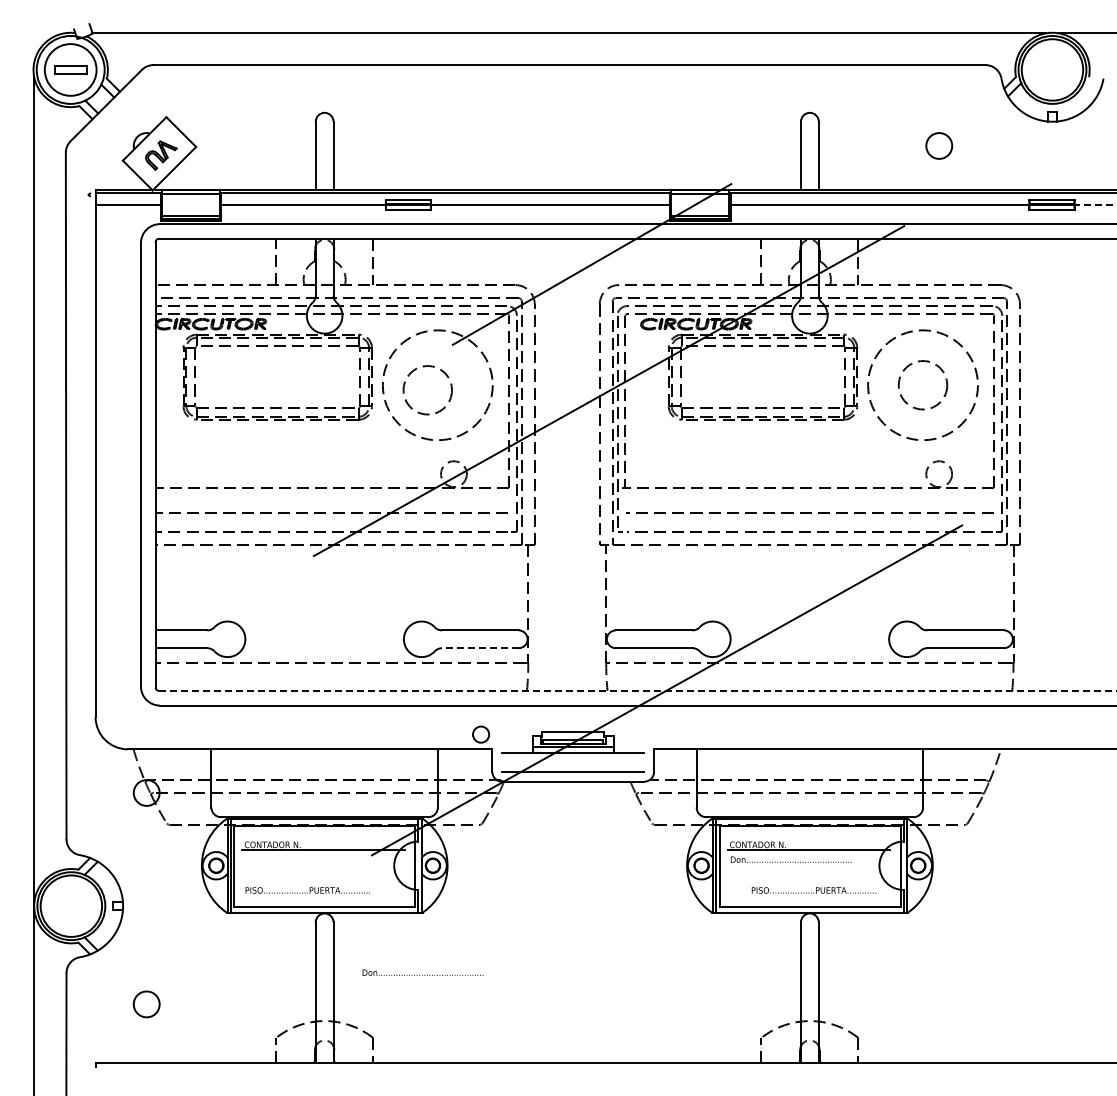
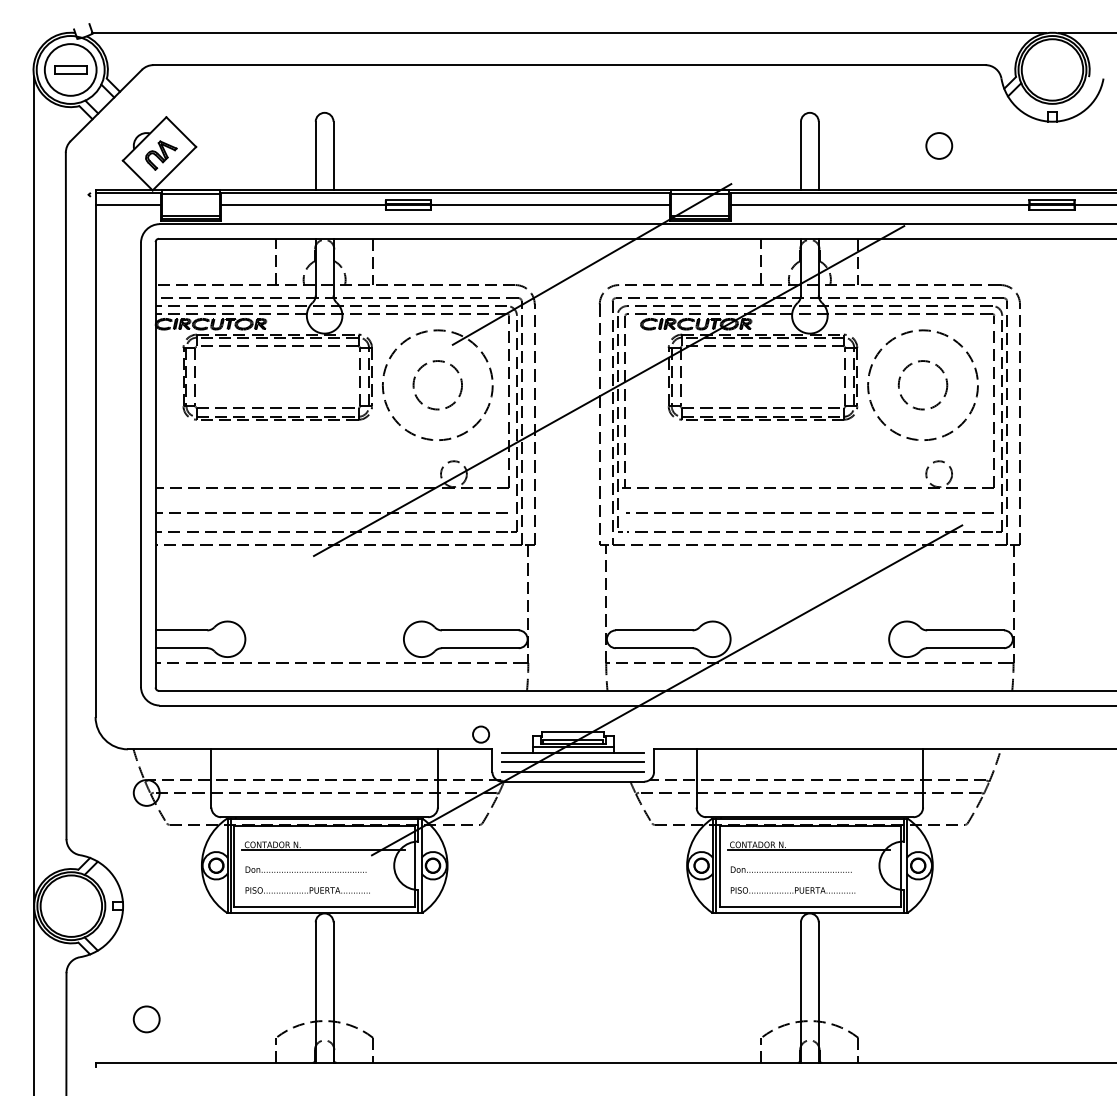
line at (1095, 204): dashed -> solid
circle at (427, 390) position: (427, 390) -> (437, 385)
line at (479, 648): dashed -> solid
line at (637, 690): dashed -> solid
line at (573, 762): none -> present
text at (790, 859) position: (790, 859) -> (790, 869)
text at (813, 890) position: (813, 890) -> (792, 890)
text at (422, 972) position: (422, 972) -> (305, 869)
circle at (146, 1004) position: (146, 1004) -> (146, 1019)
